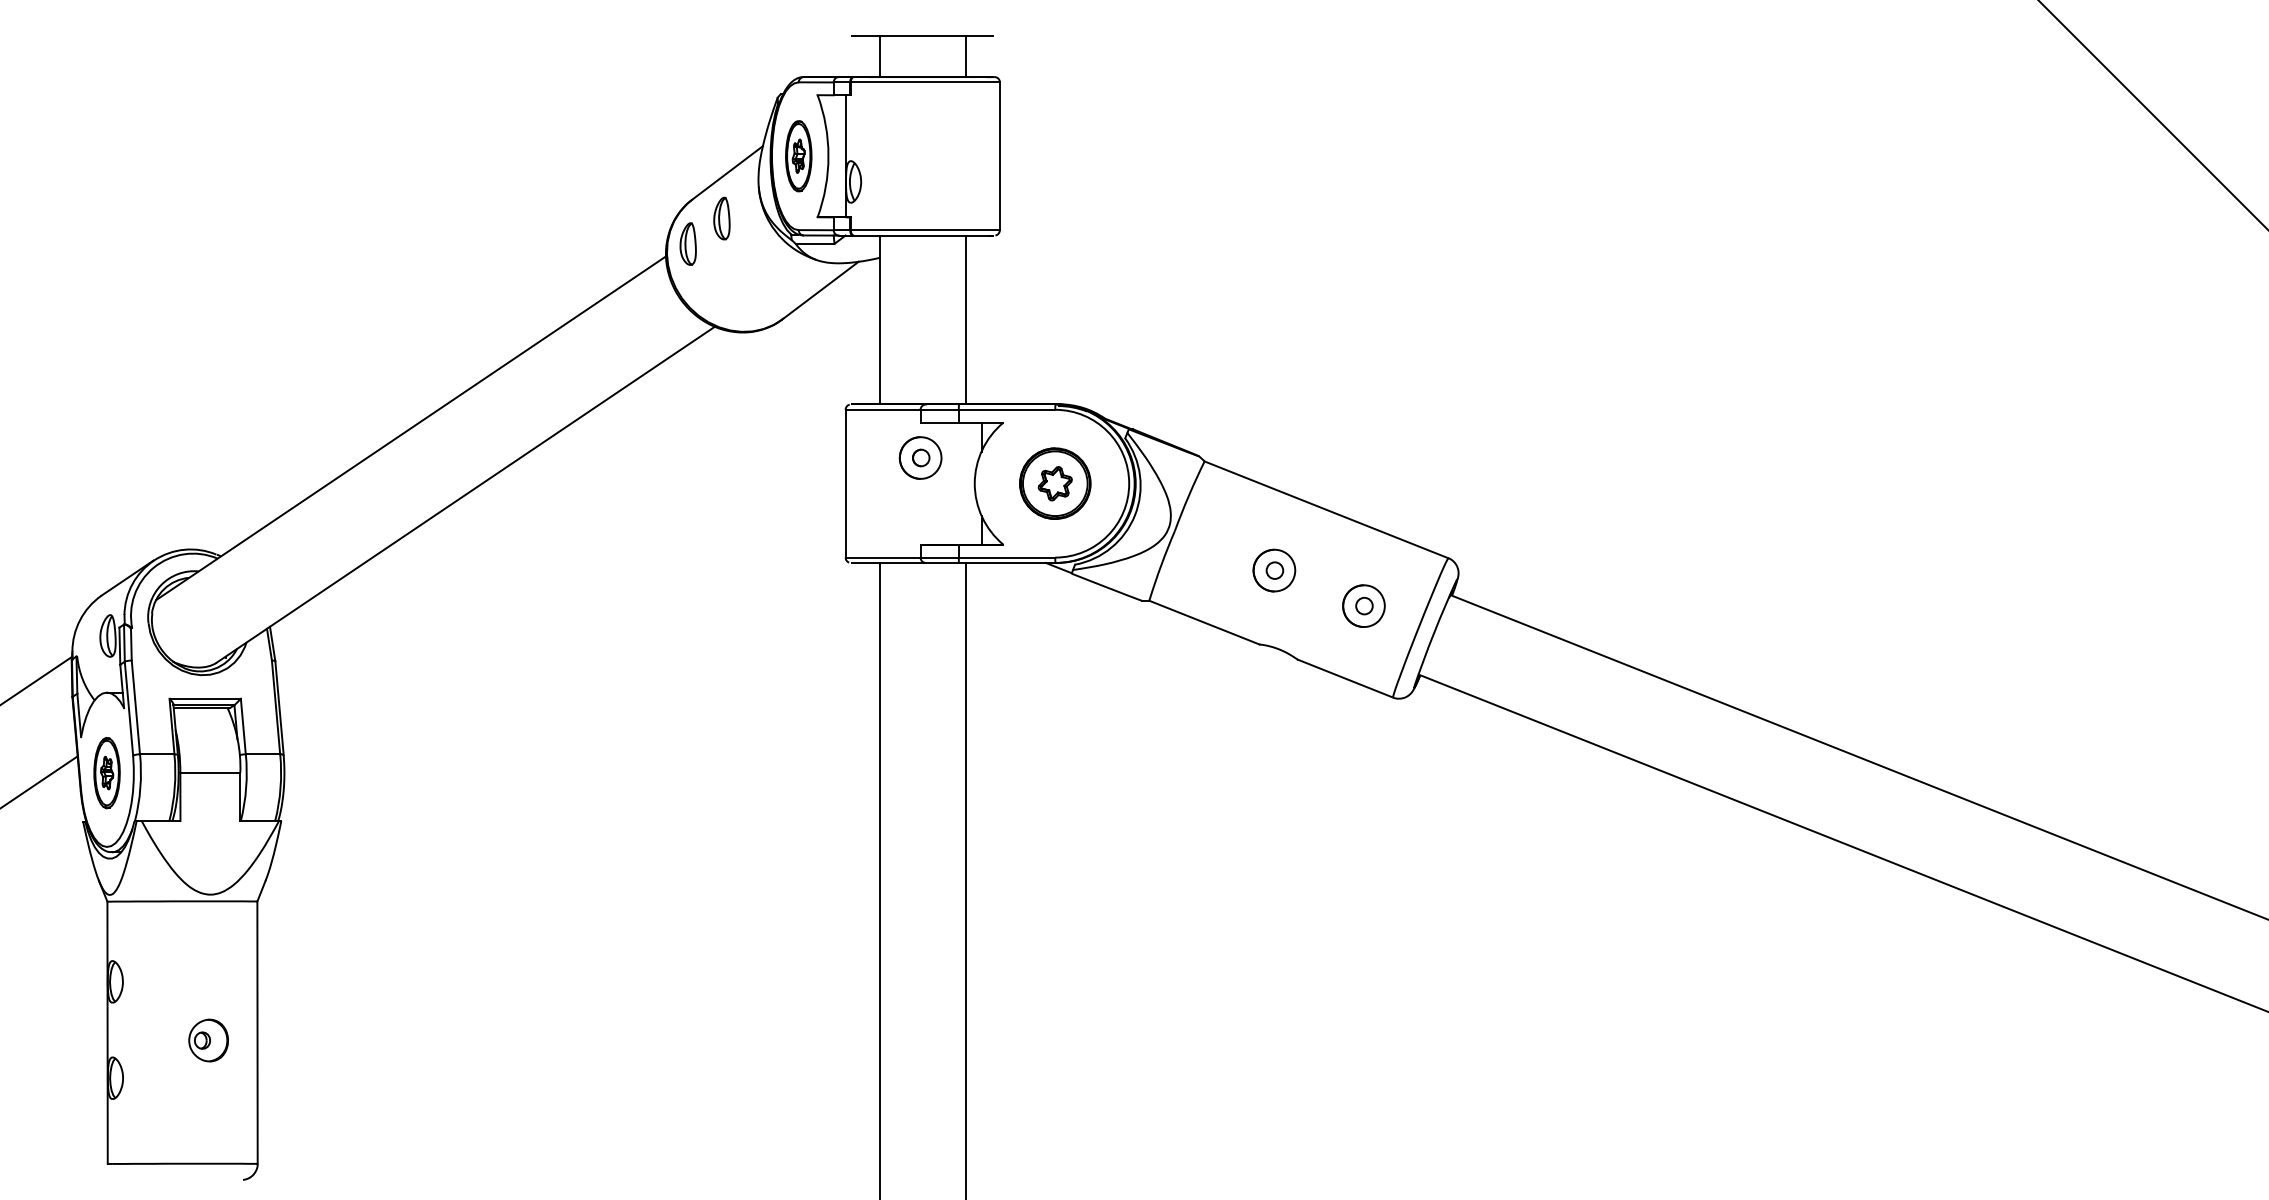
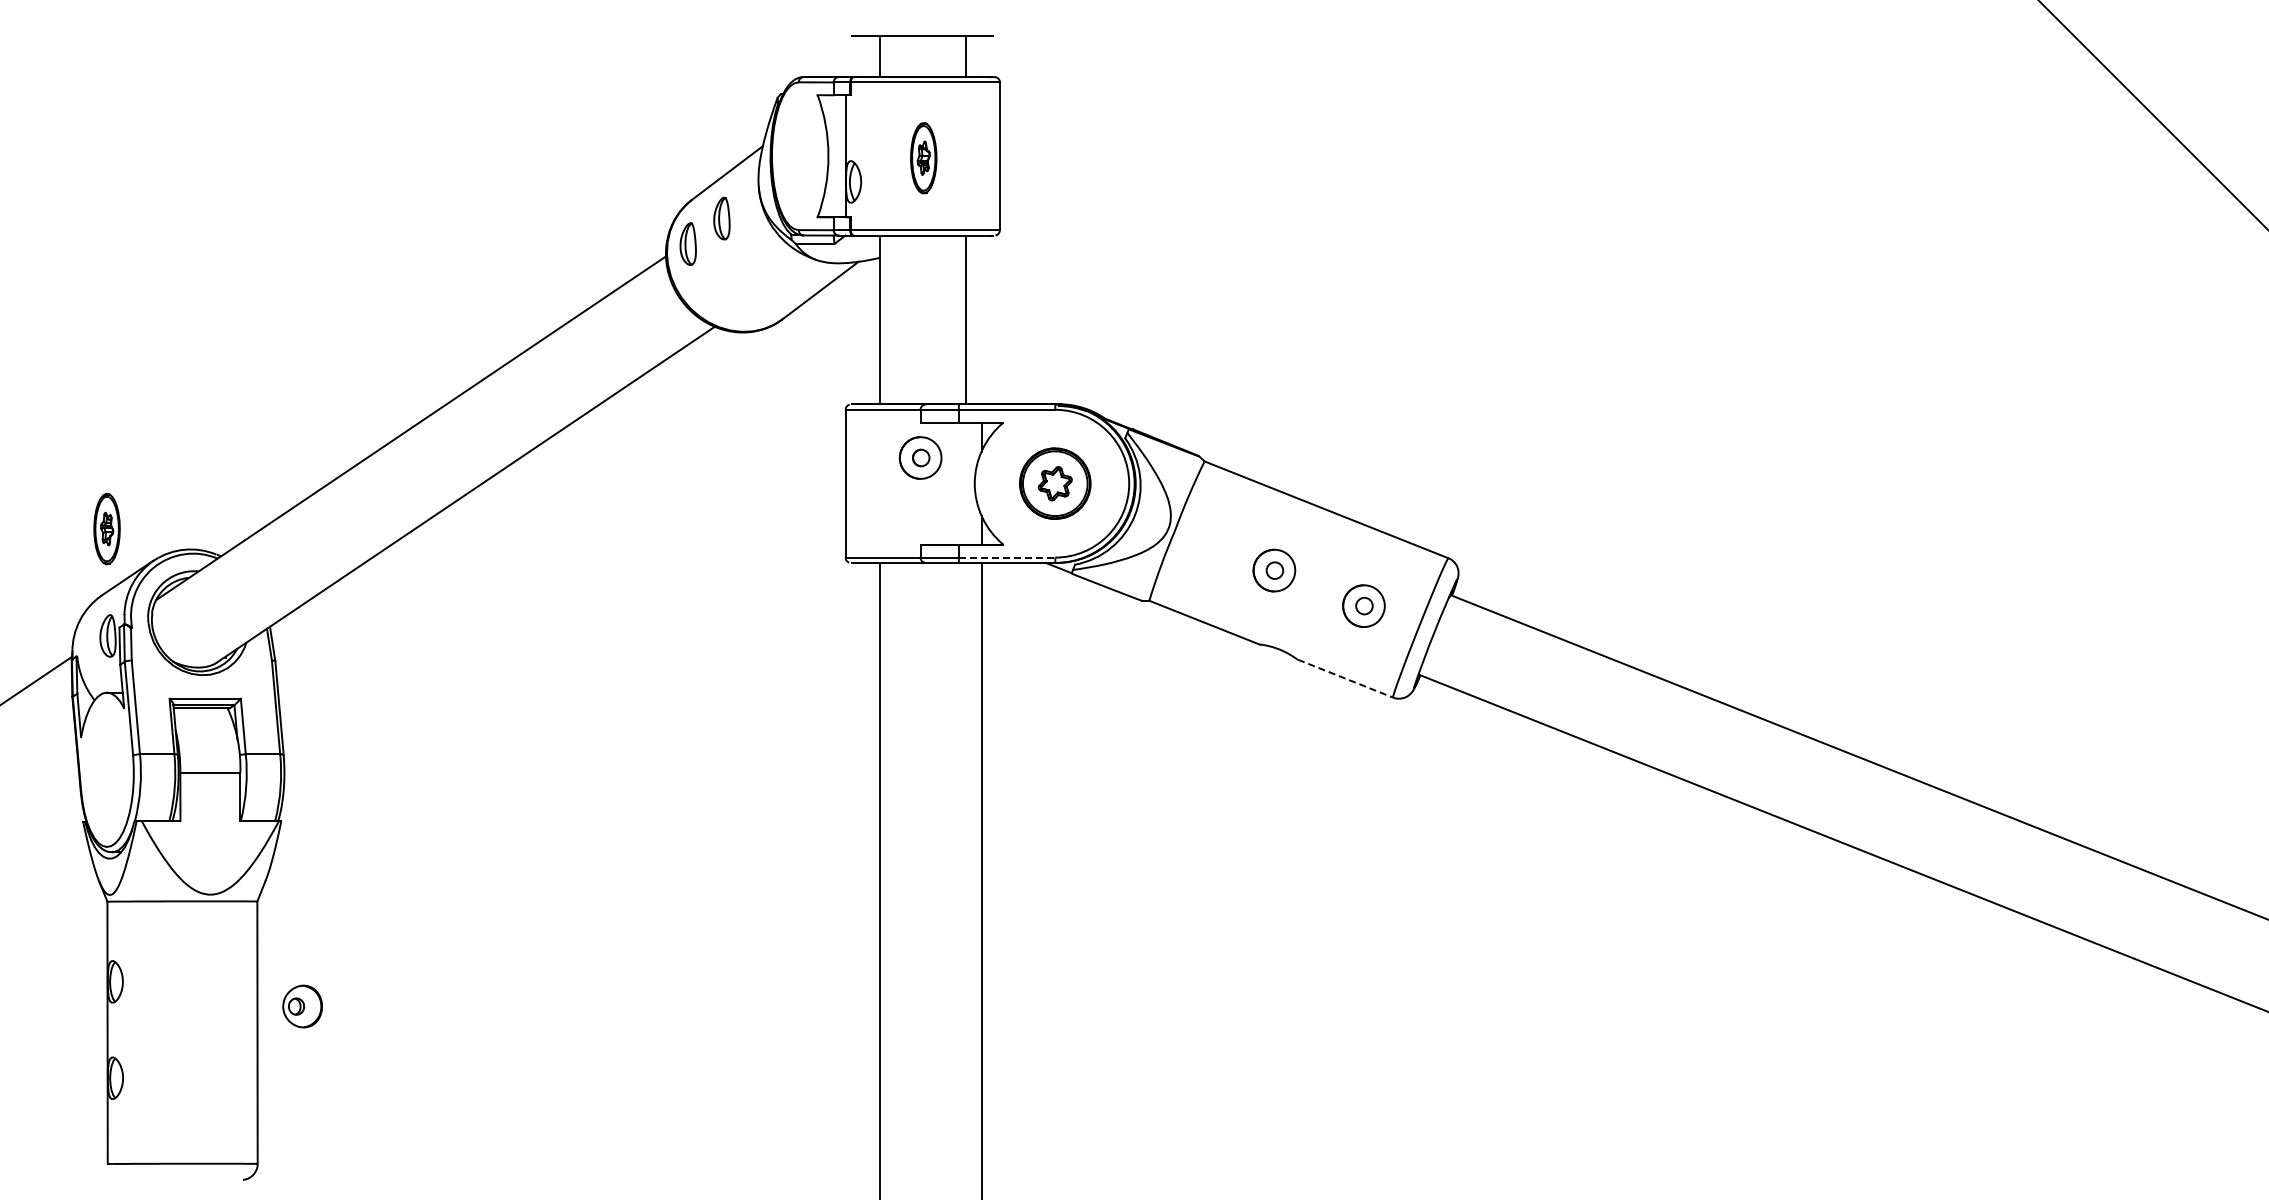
part at (798, 156) position: (798, 156) -> (923, 158)
line at (1007, 557): solid -> dashed
line at (1346, 678): solid -> dashed
part at (106, 773) position: (106, 773) -> (106, 529)
line at (39, 781): present -> none
line at (965, 879) position: (965, 879) -> (981, 879)
part at (208, 1040) position: (208, 1040) -> (302, 1006)
